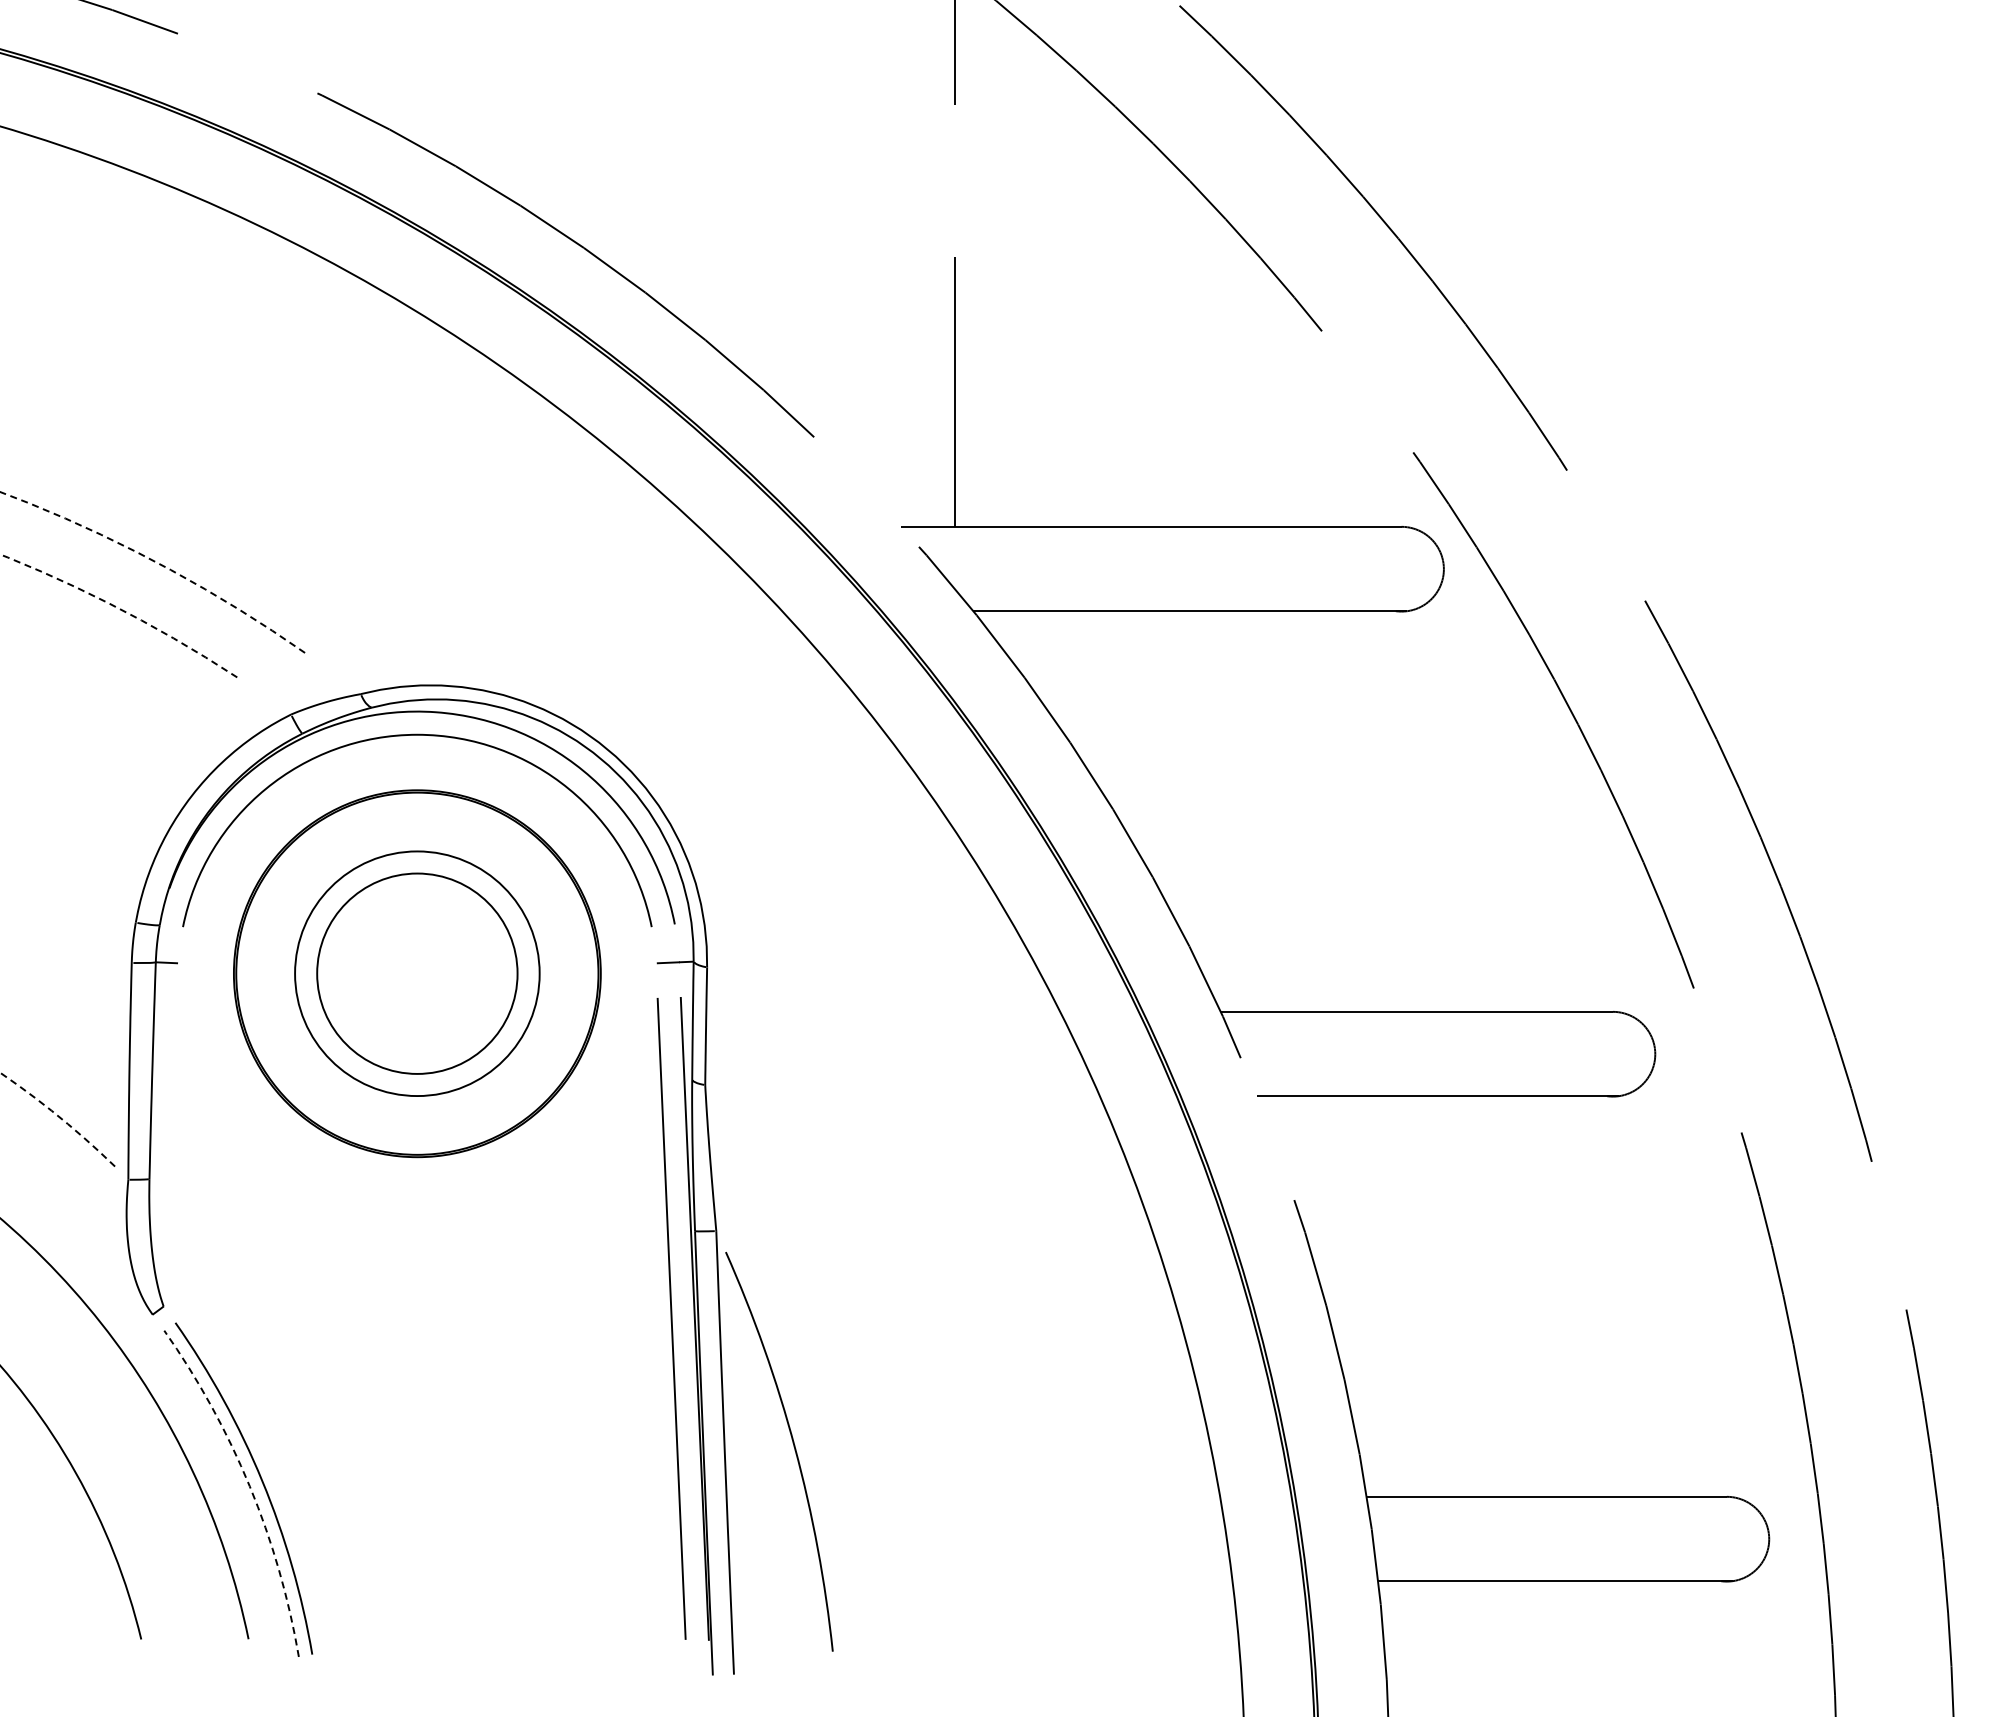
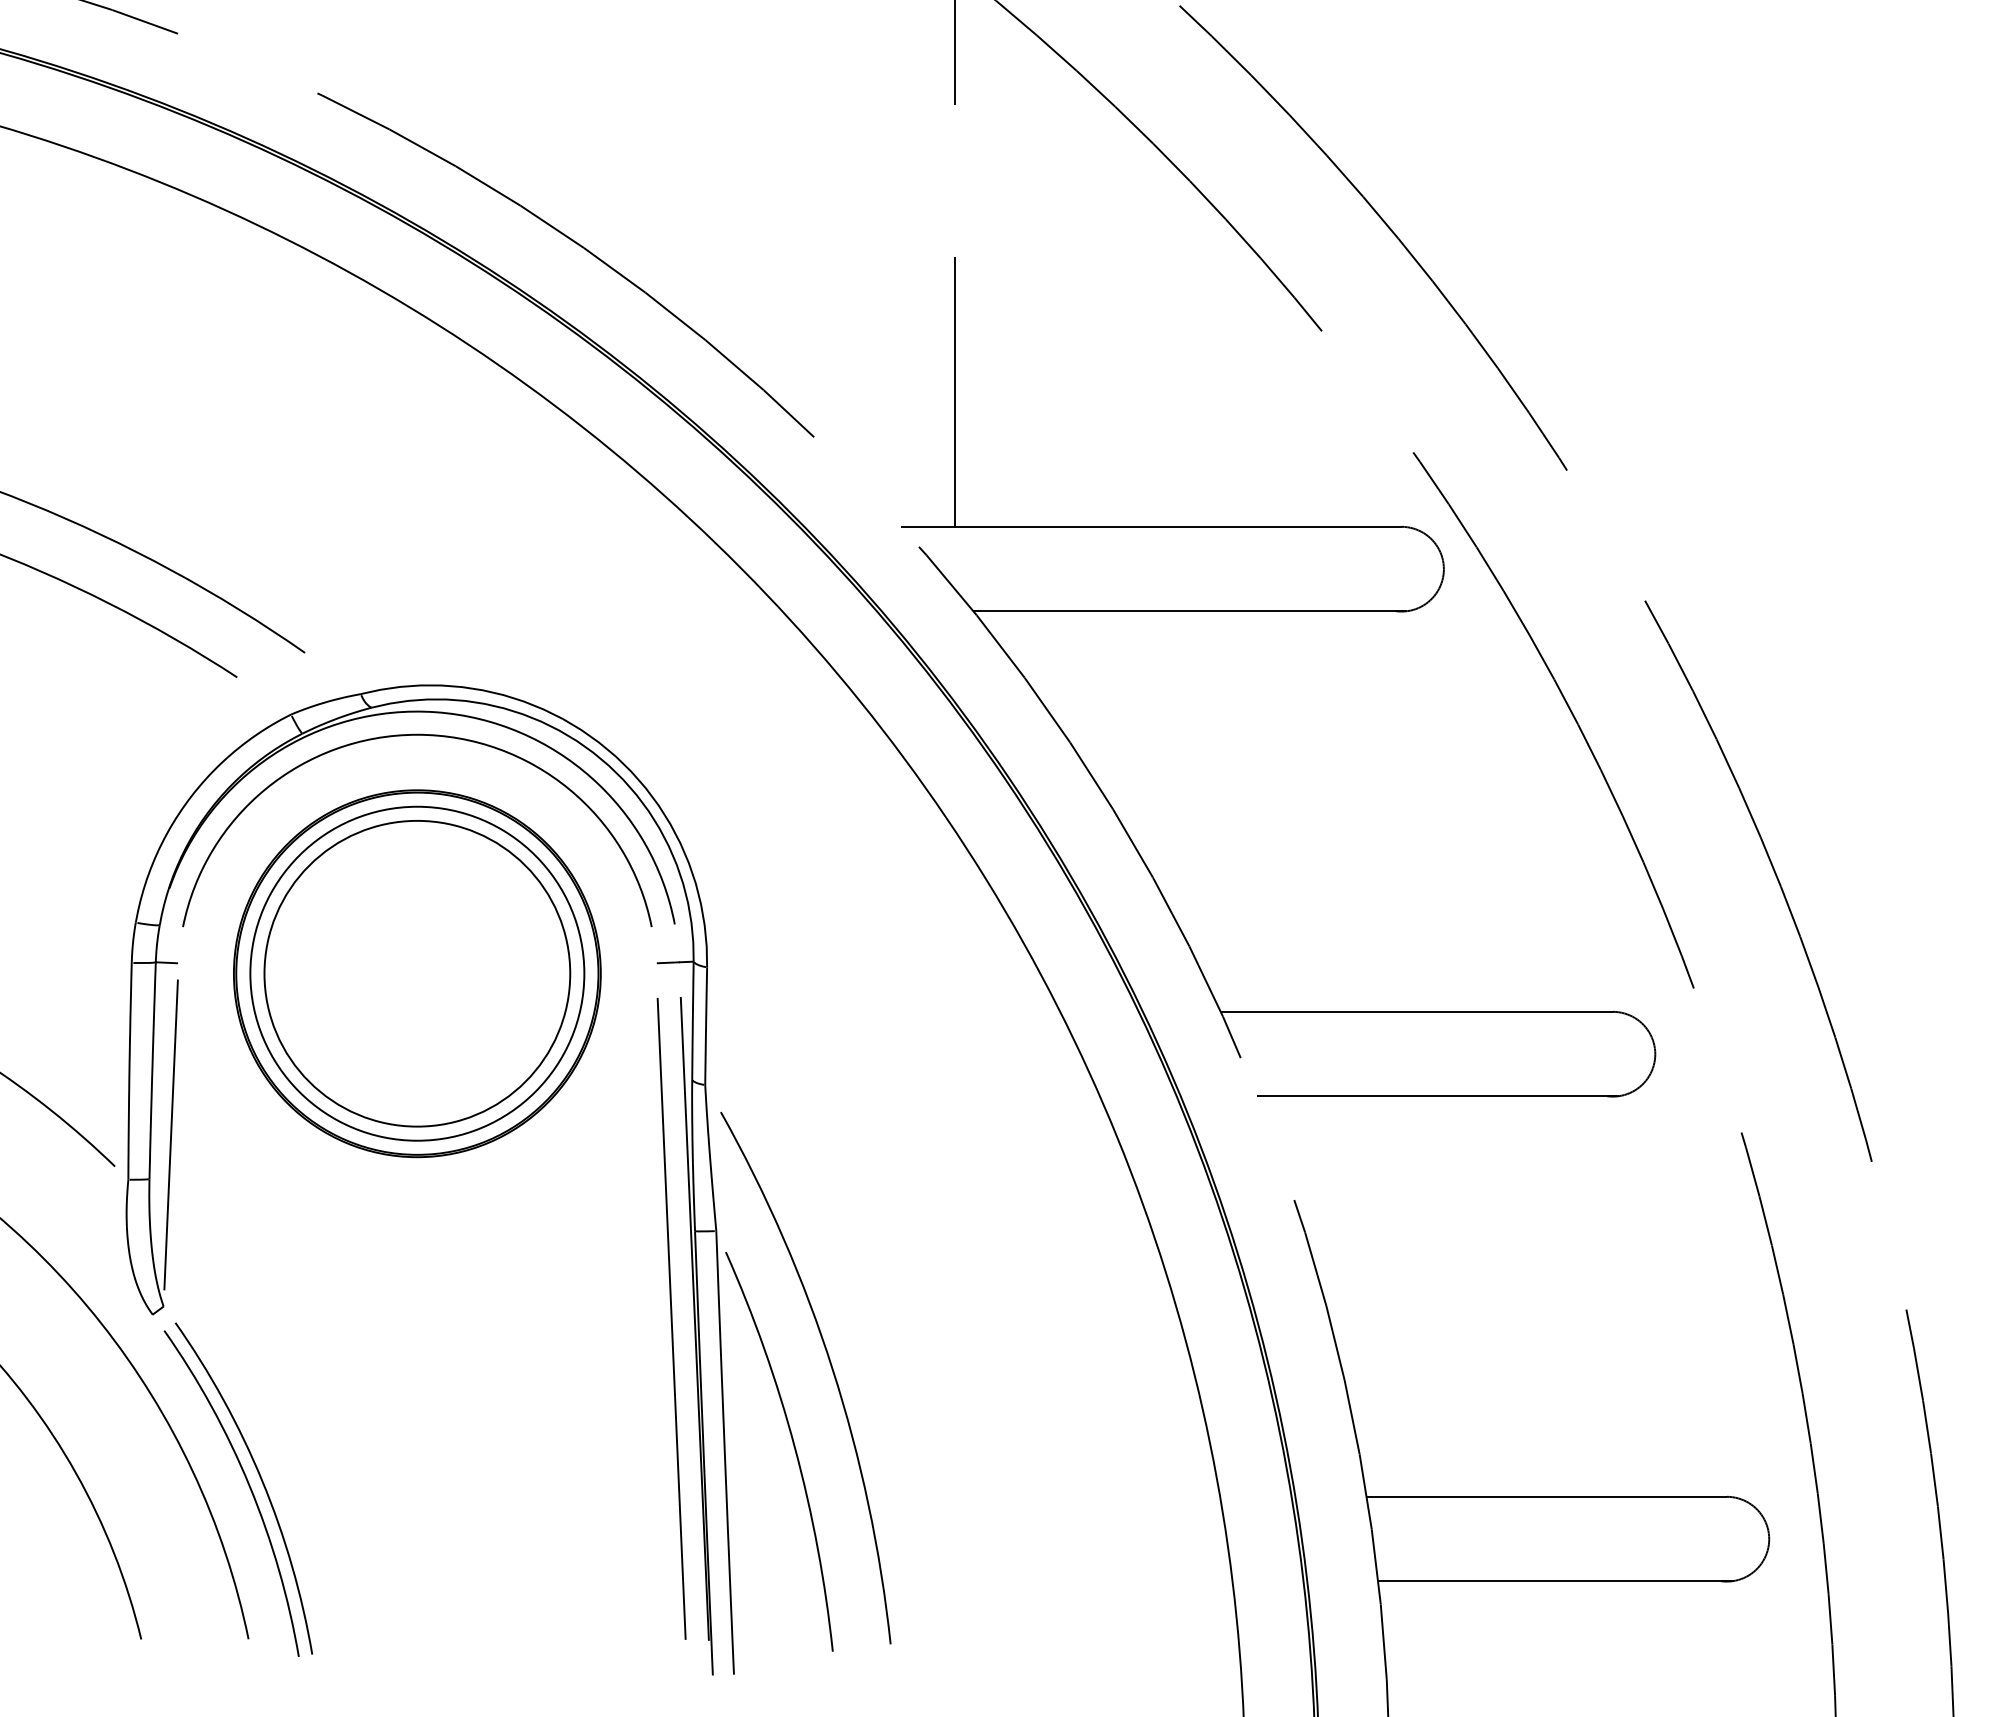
arc at (157, 563): dashed -> solid
arc at (122, 610): dashed -> solid
circle at (417, 973) diameter: 200 px -> 334 px
circle at (417, 973) diameter: 245 px -> 306 px
arc at (59, 1116): dashed -> solid
line at (170, 1134): none -> present
arc at (831, 1369): none -> present
arc at (249, 1486): dashed -> solid
